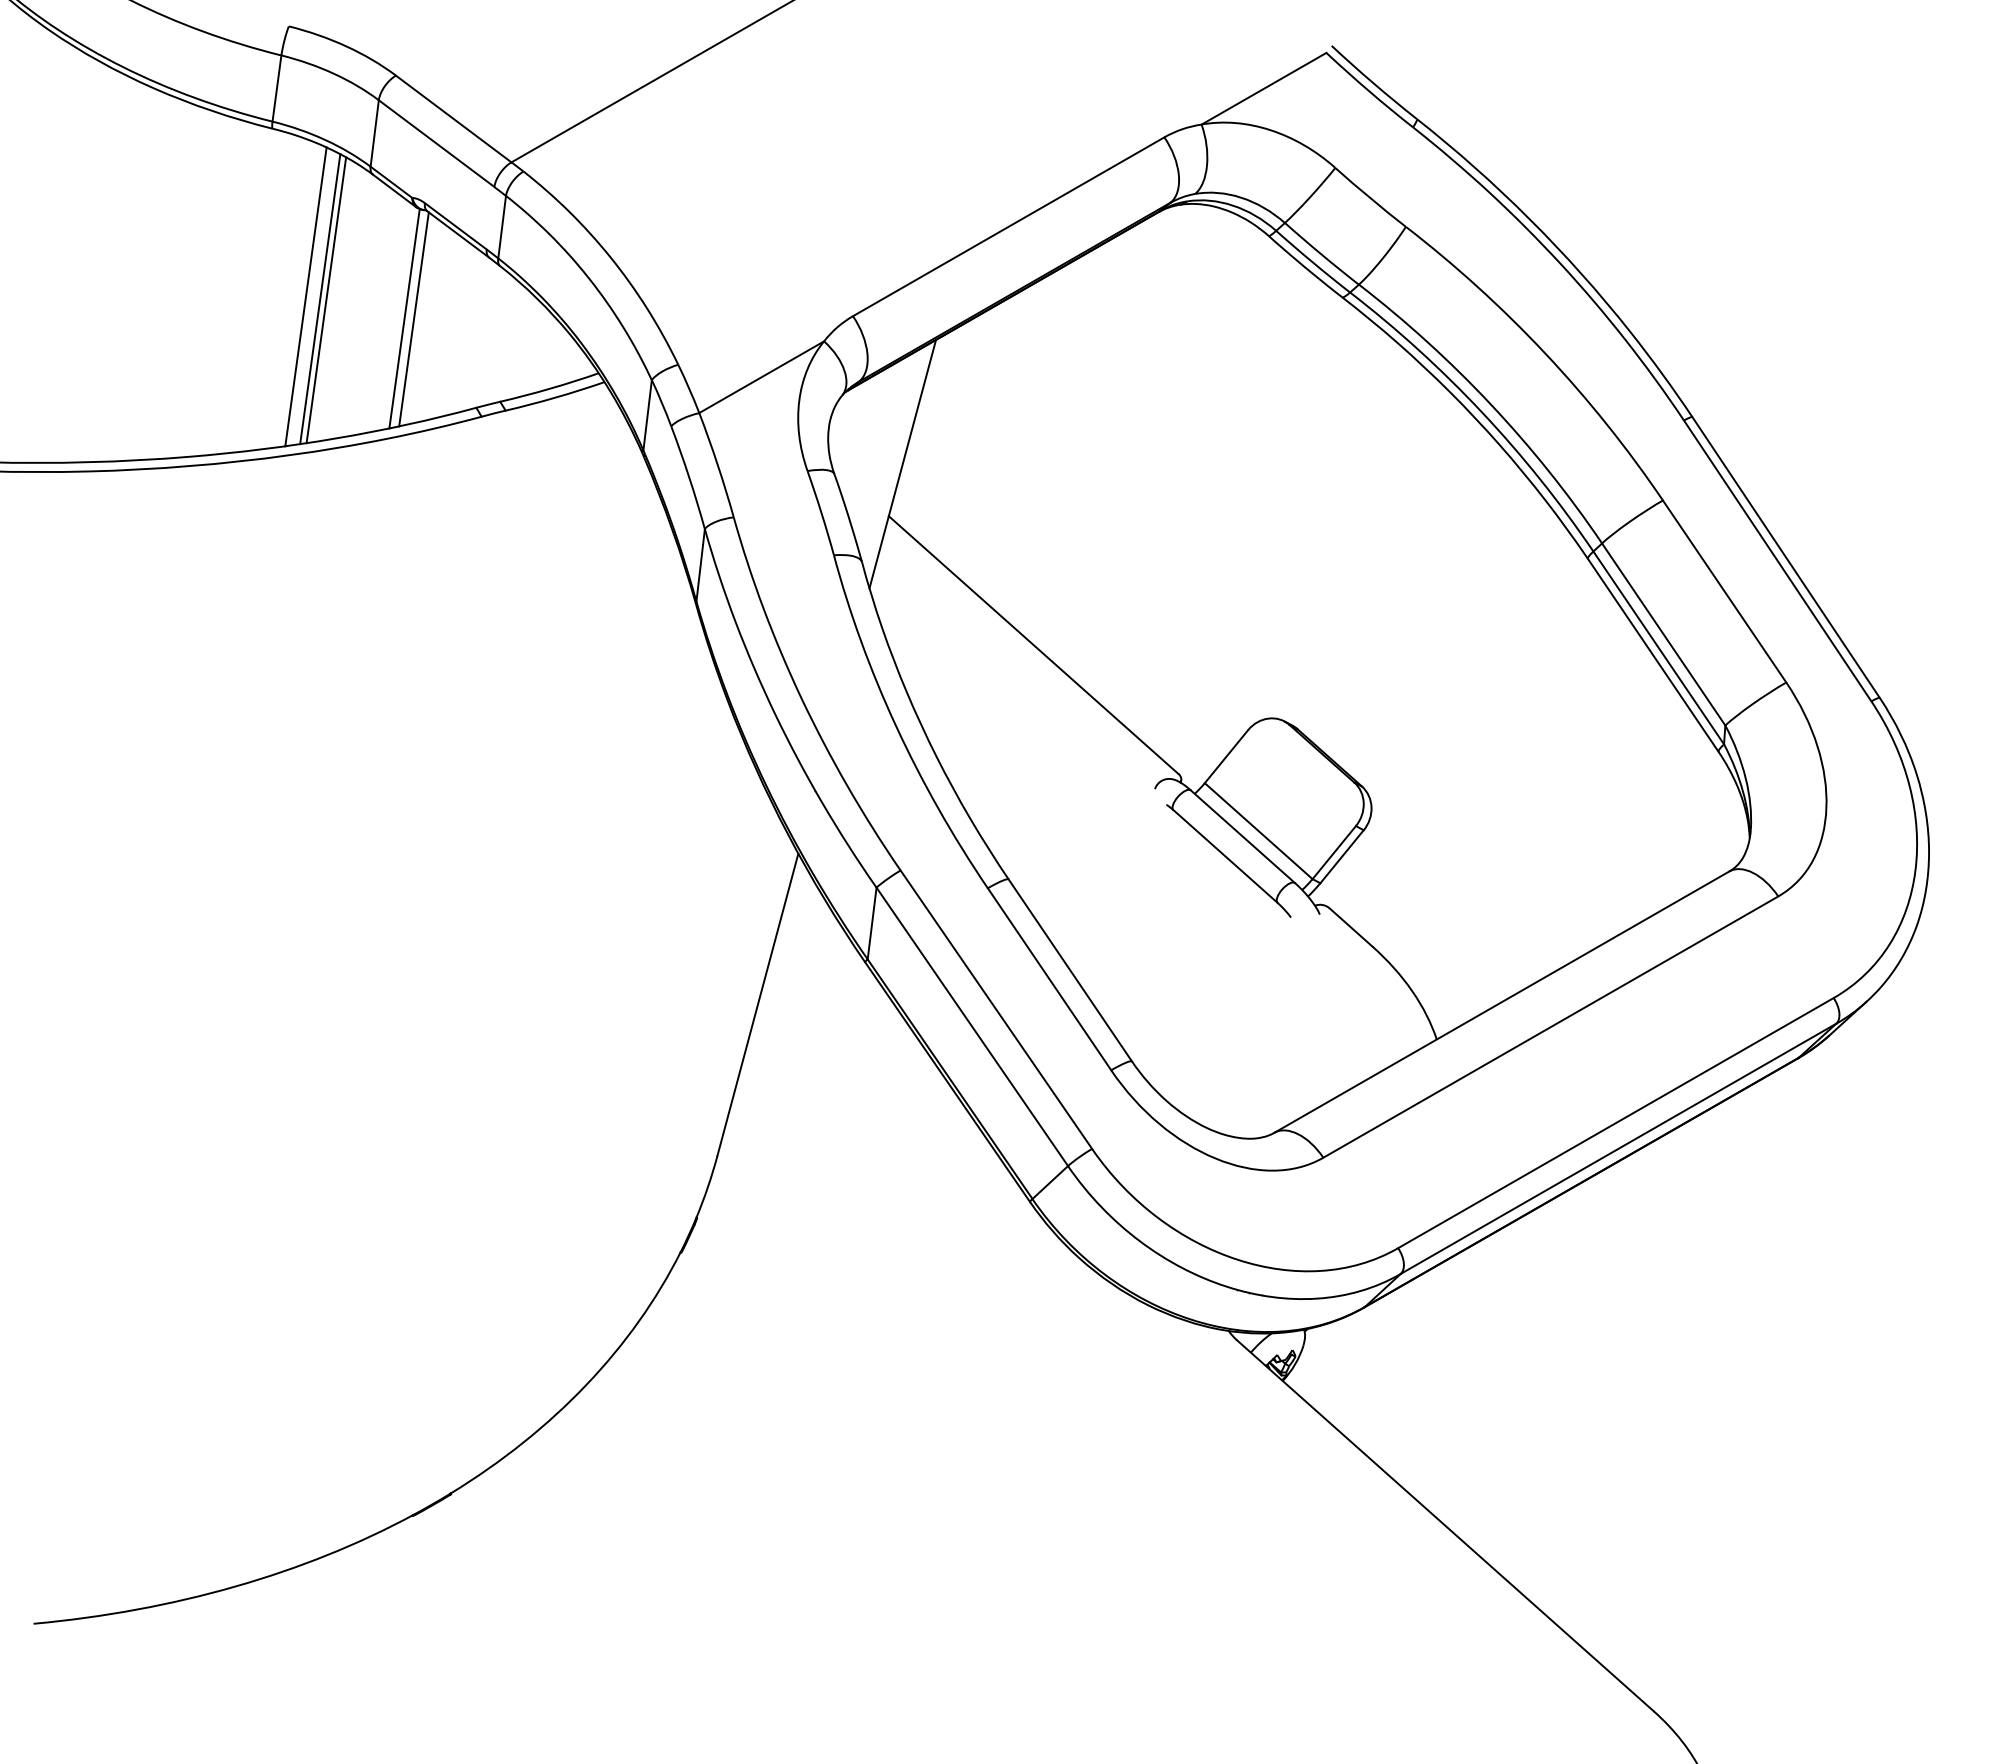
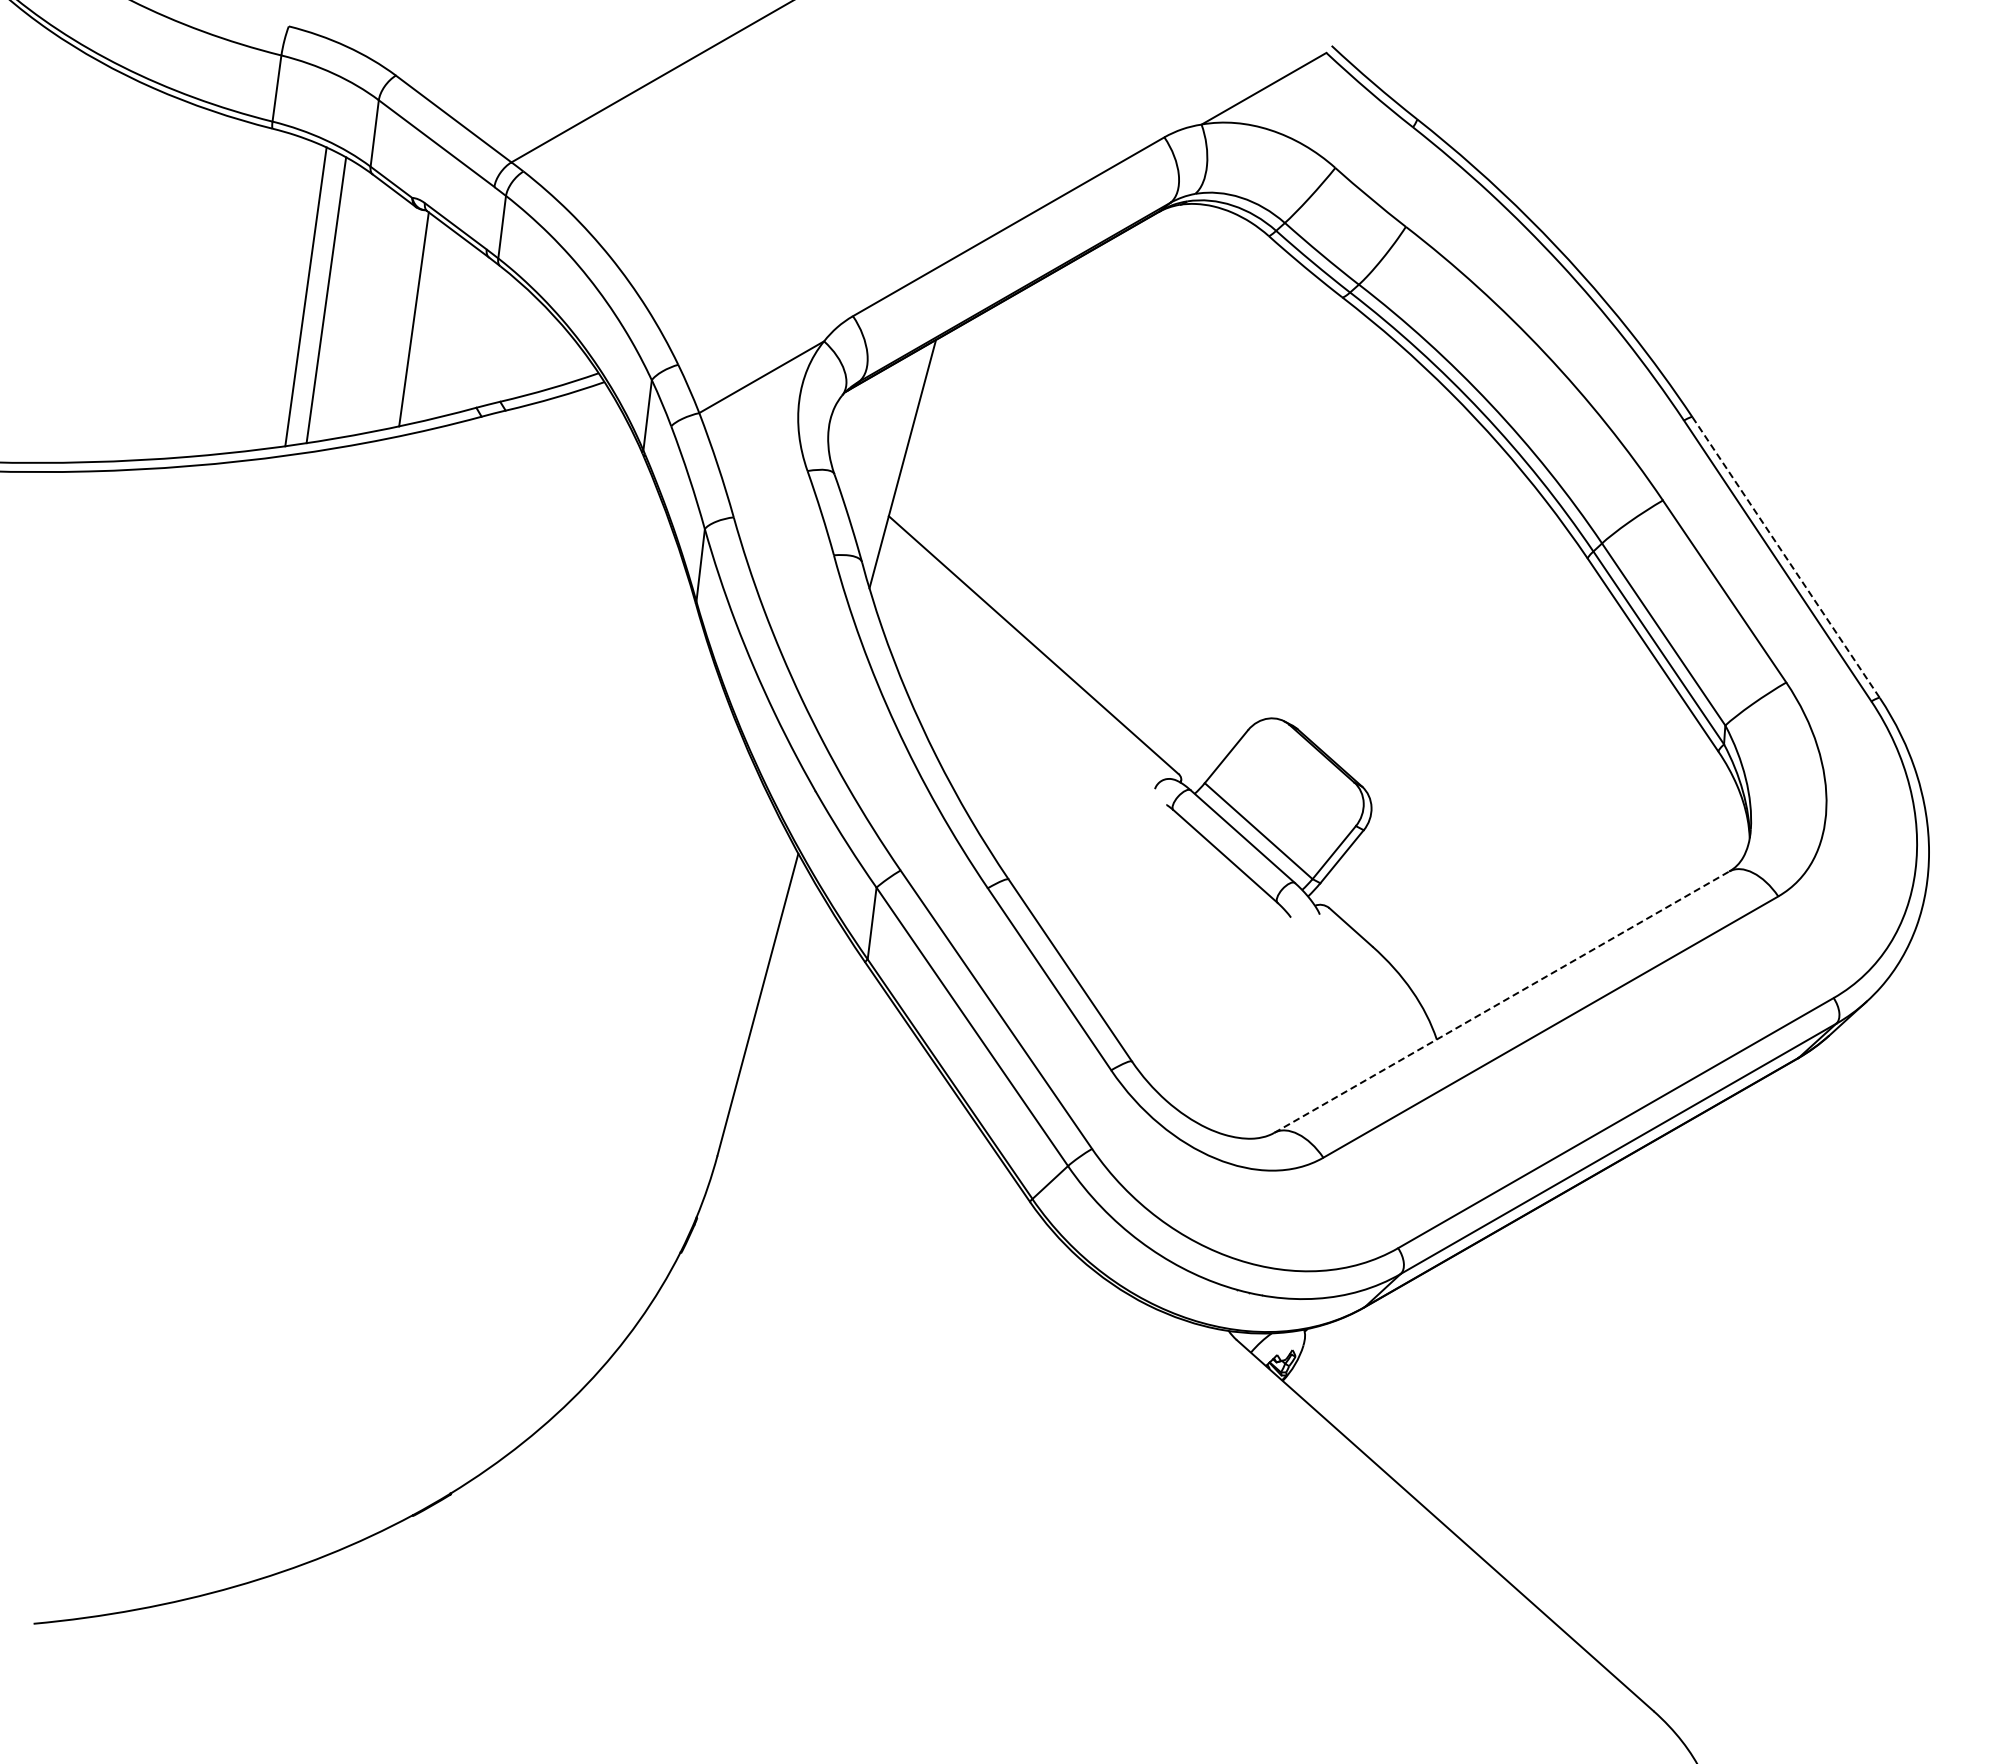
line at (320, 299): present -> none
line at (404, 318): present -> none
line at (1786, 557): solid -> dashed
line at (1502, 1001): solid -> dashed
